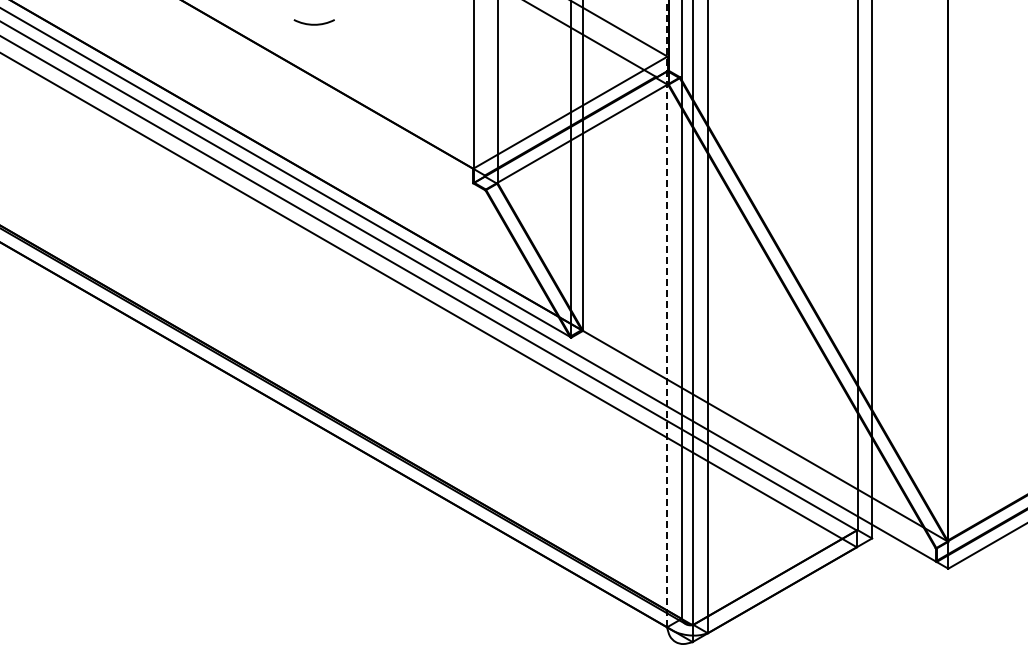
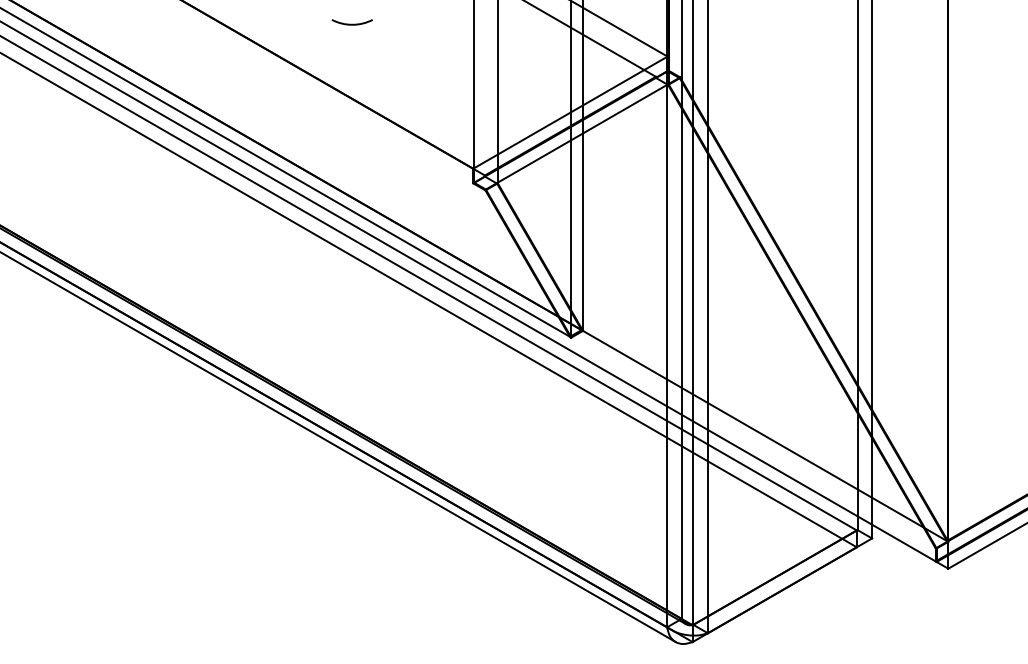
arc at (313, 23) position: (313, 23) -> (351, 23)
line at (667, 313): dashed -> solid
line at (338, 447): none -> present
